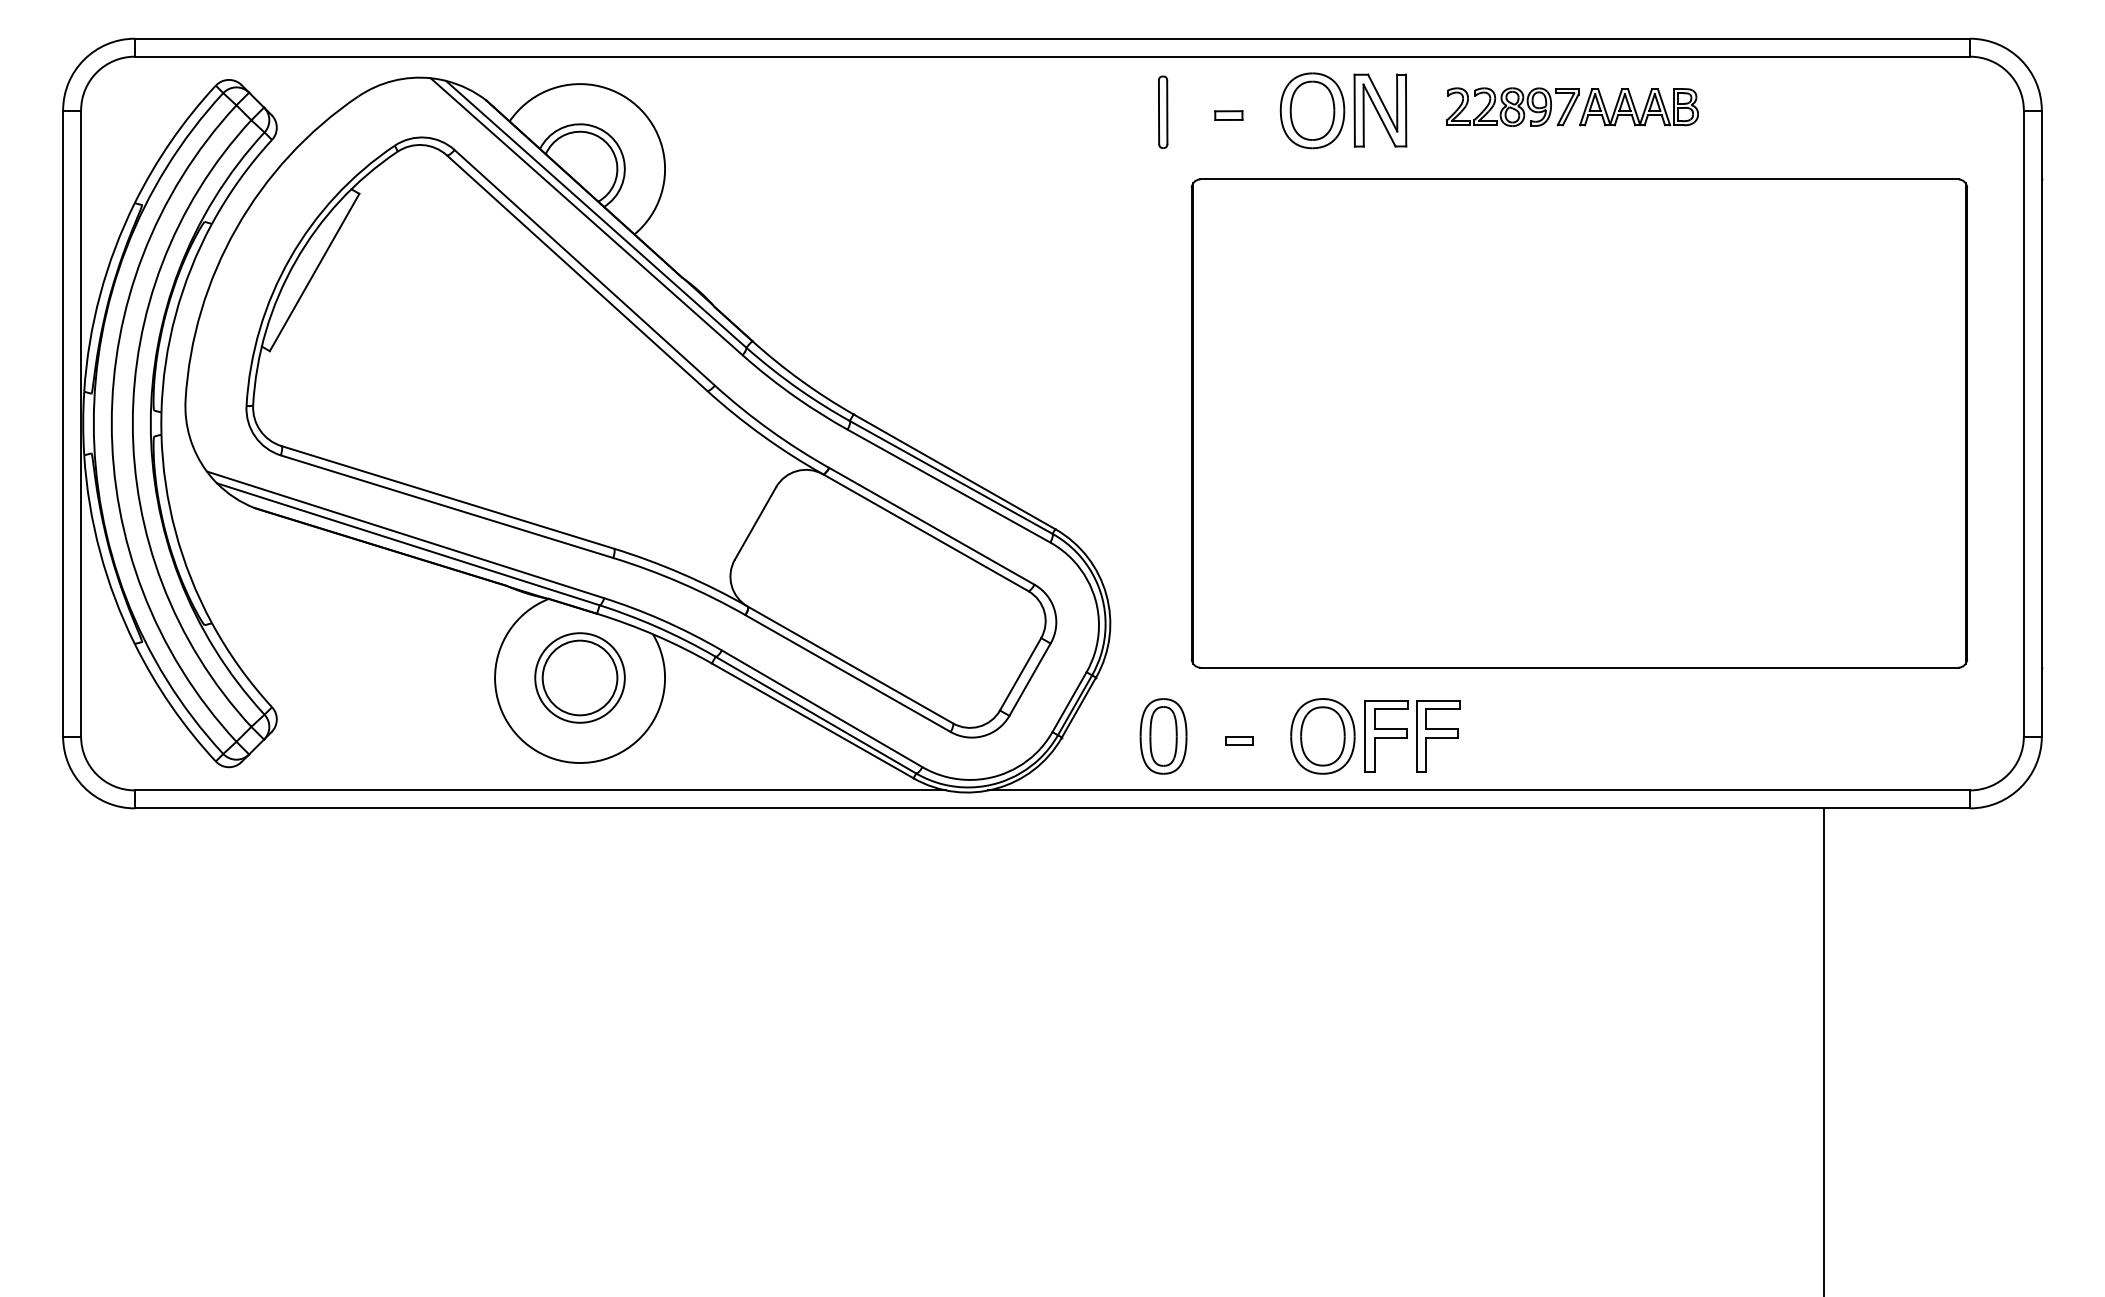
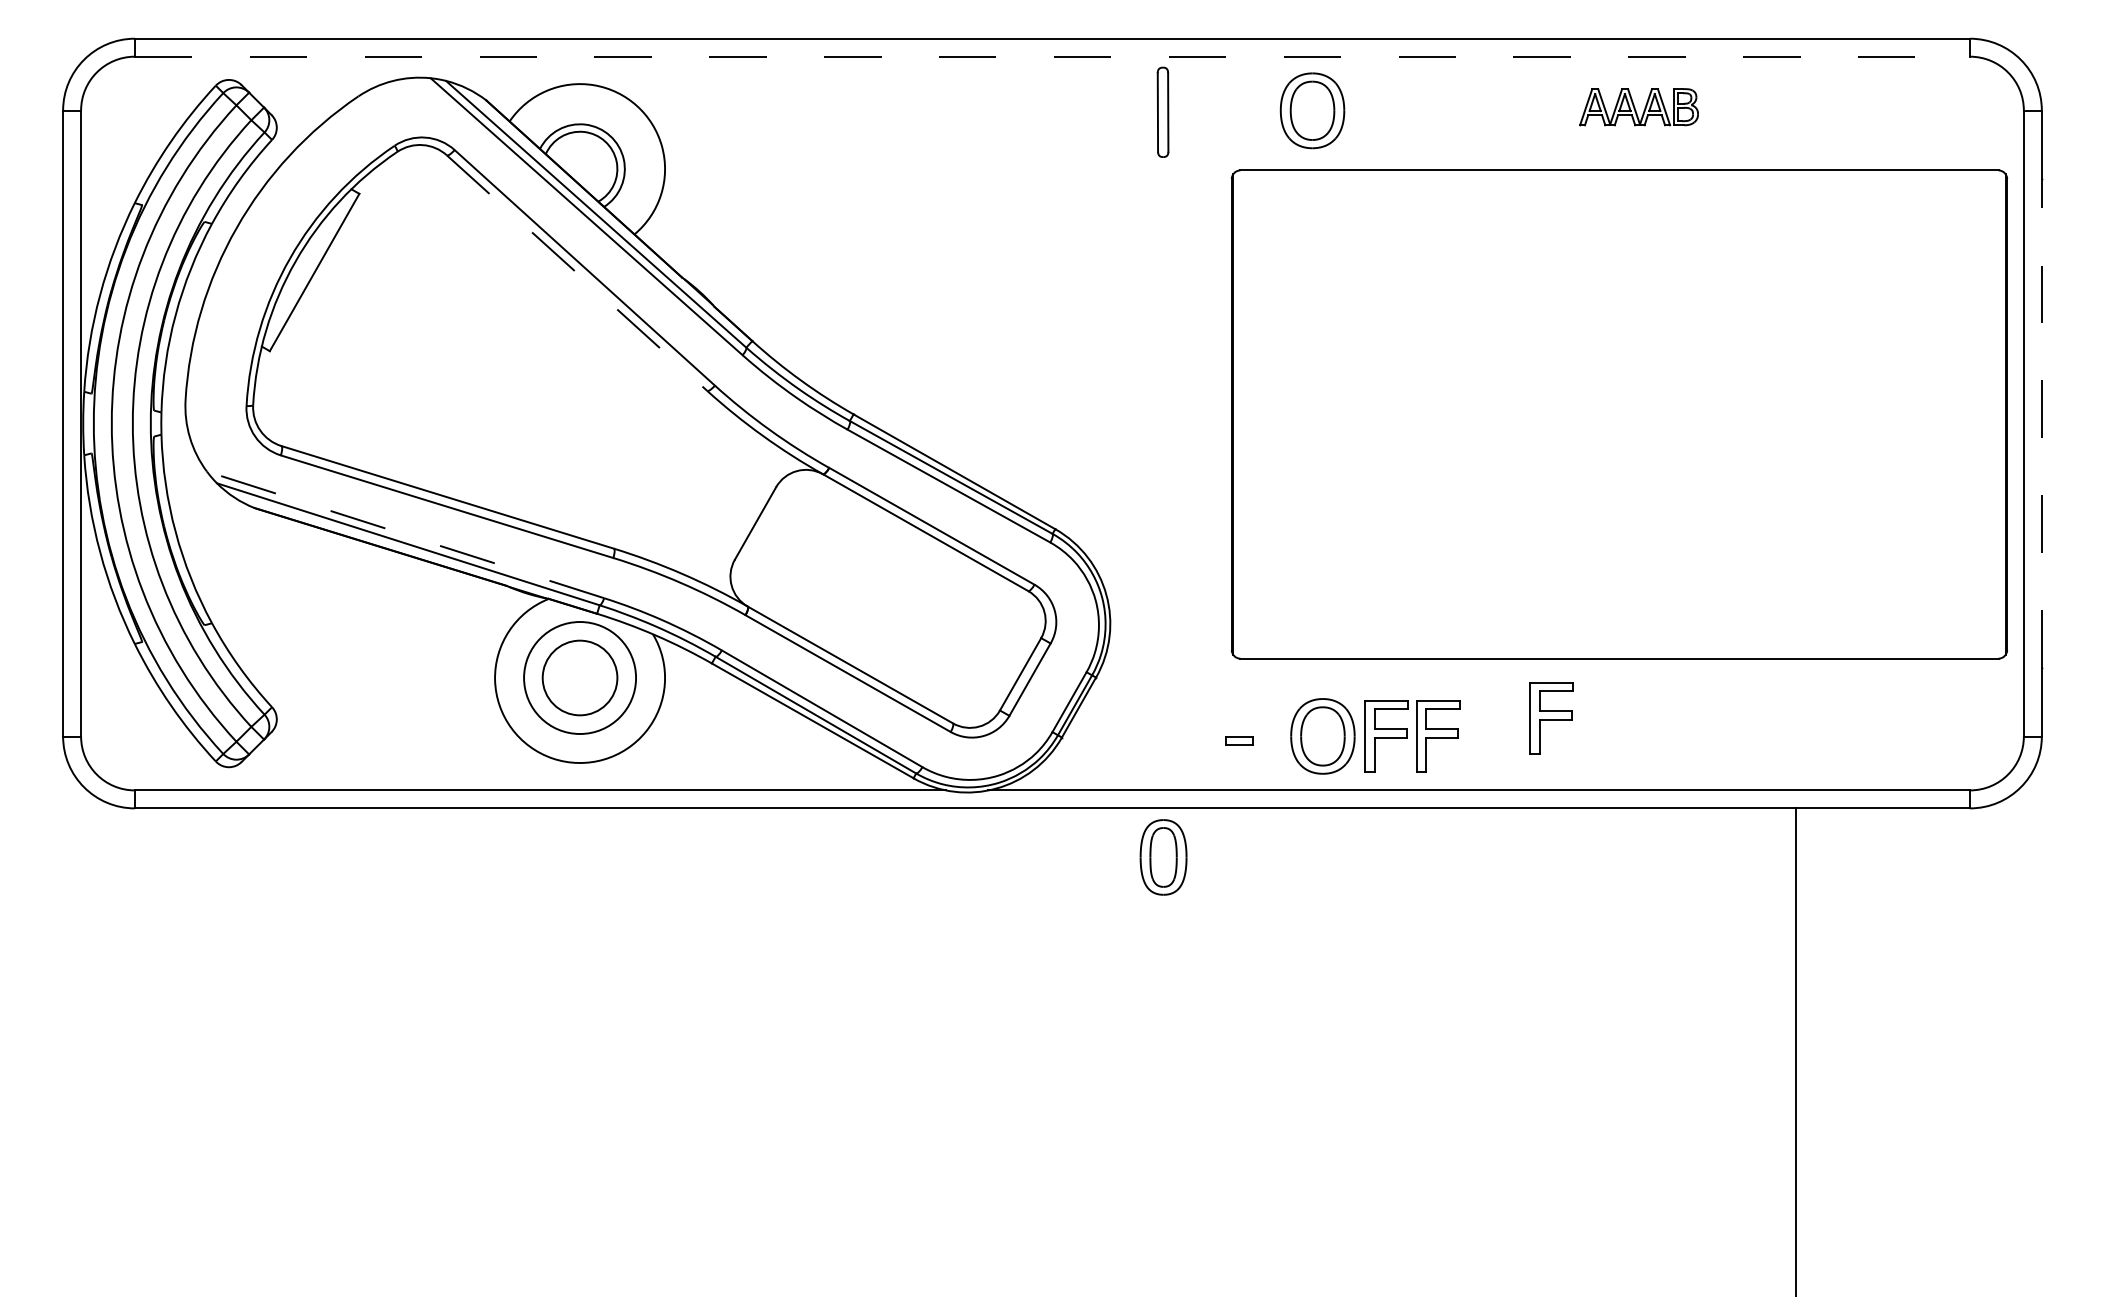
line at (1052, 56): solid -> dashed
part at (1512, 106): present -> none
part at (1380, 110): present -> none
part at (1163, 111) size: 11x74 px -> 14x92 px
part at (1228, 115): present -> none
line at (577, 273): solid -> dashed
part at (1578, 423) position: (1578, 423) -> (1618, 414)
line at (2041, 423): solid -> dashed
line at (405, 534): solid -> dashed
circle at (579, 677) diameter: 90 px -> 112 px
part at (1551, 718): none -> present
part at (1163, 736) position: (1163, 736) -> (1163, 857)
line at (1824, 1050) position: (1824, 1050) -> (1796, 1050)
